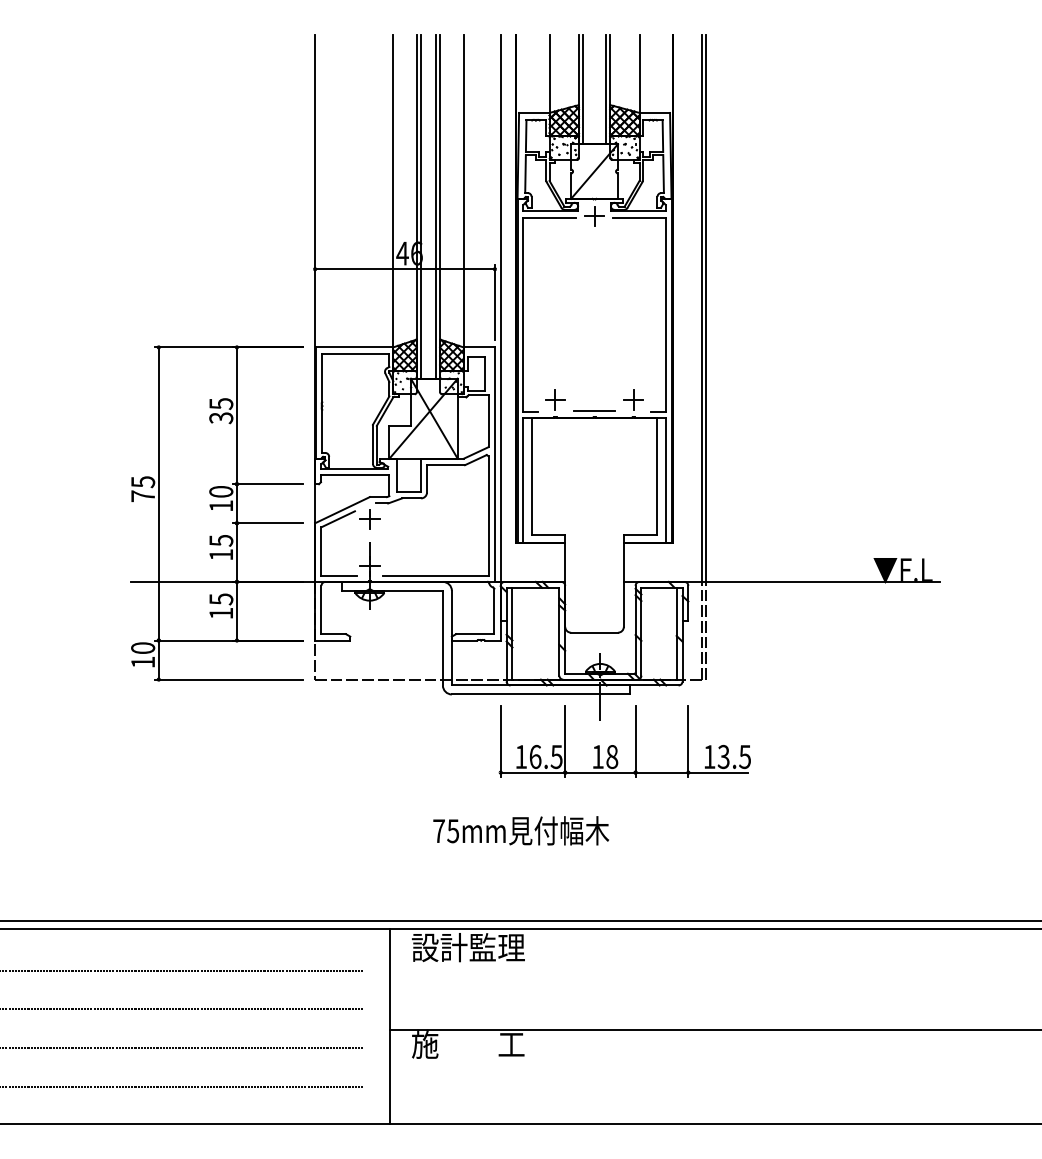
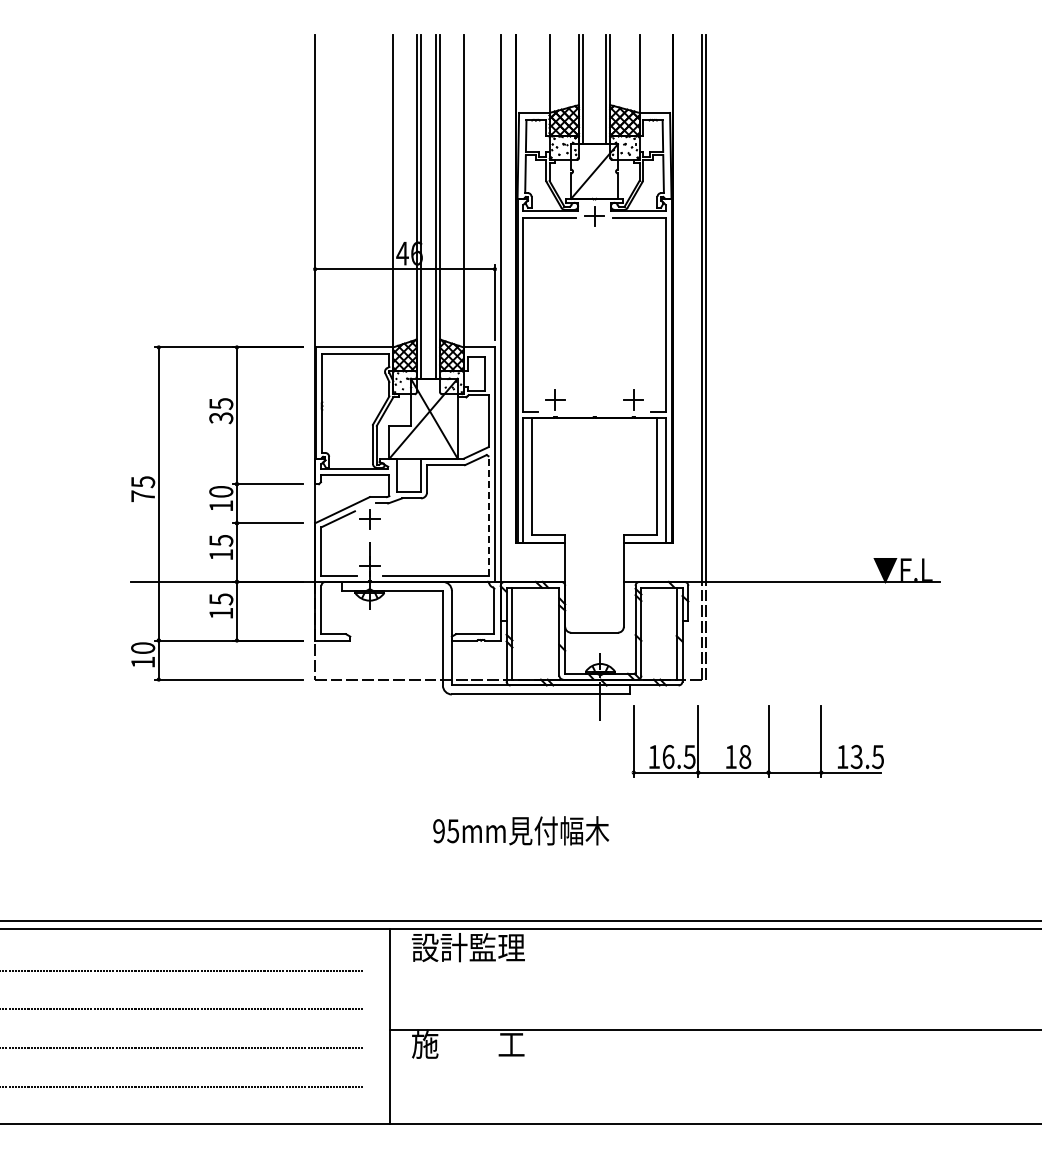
line at (594, 410): present -> none
line at (488, 515): solid -> dashed
part at (615, 745) position: (615, 745) -> (748, 745)
text at (438, 831): 75mm -> 95mm
